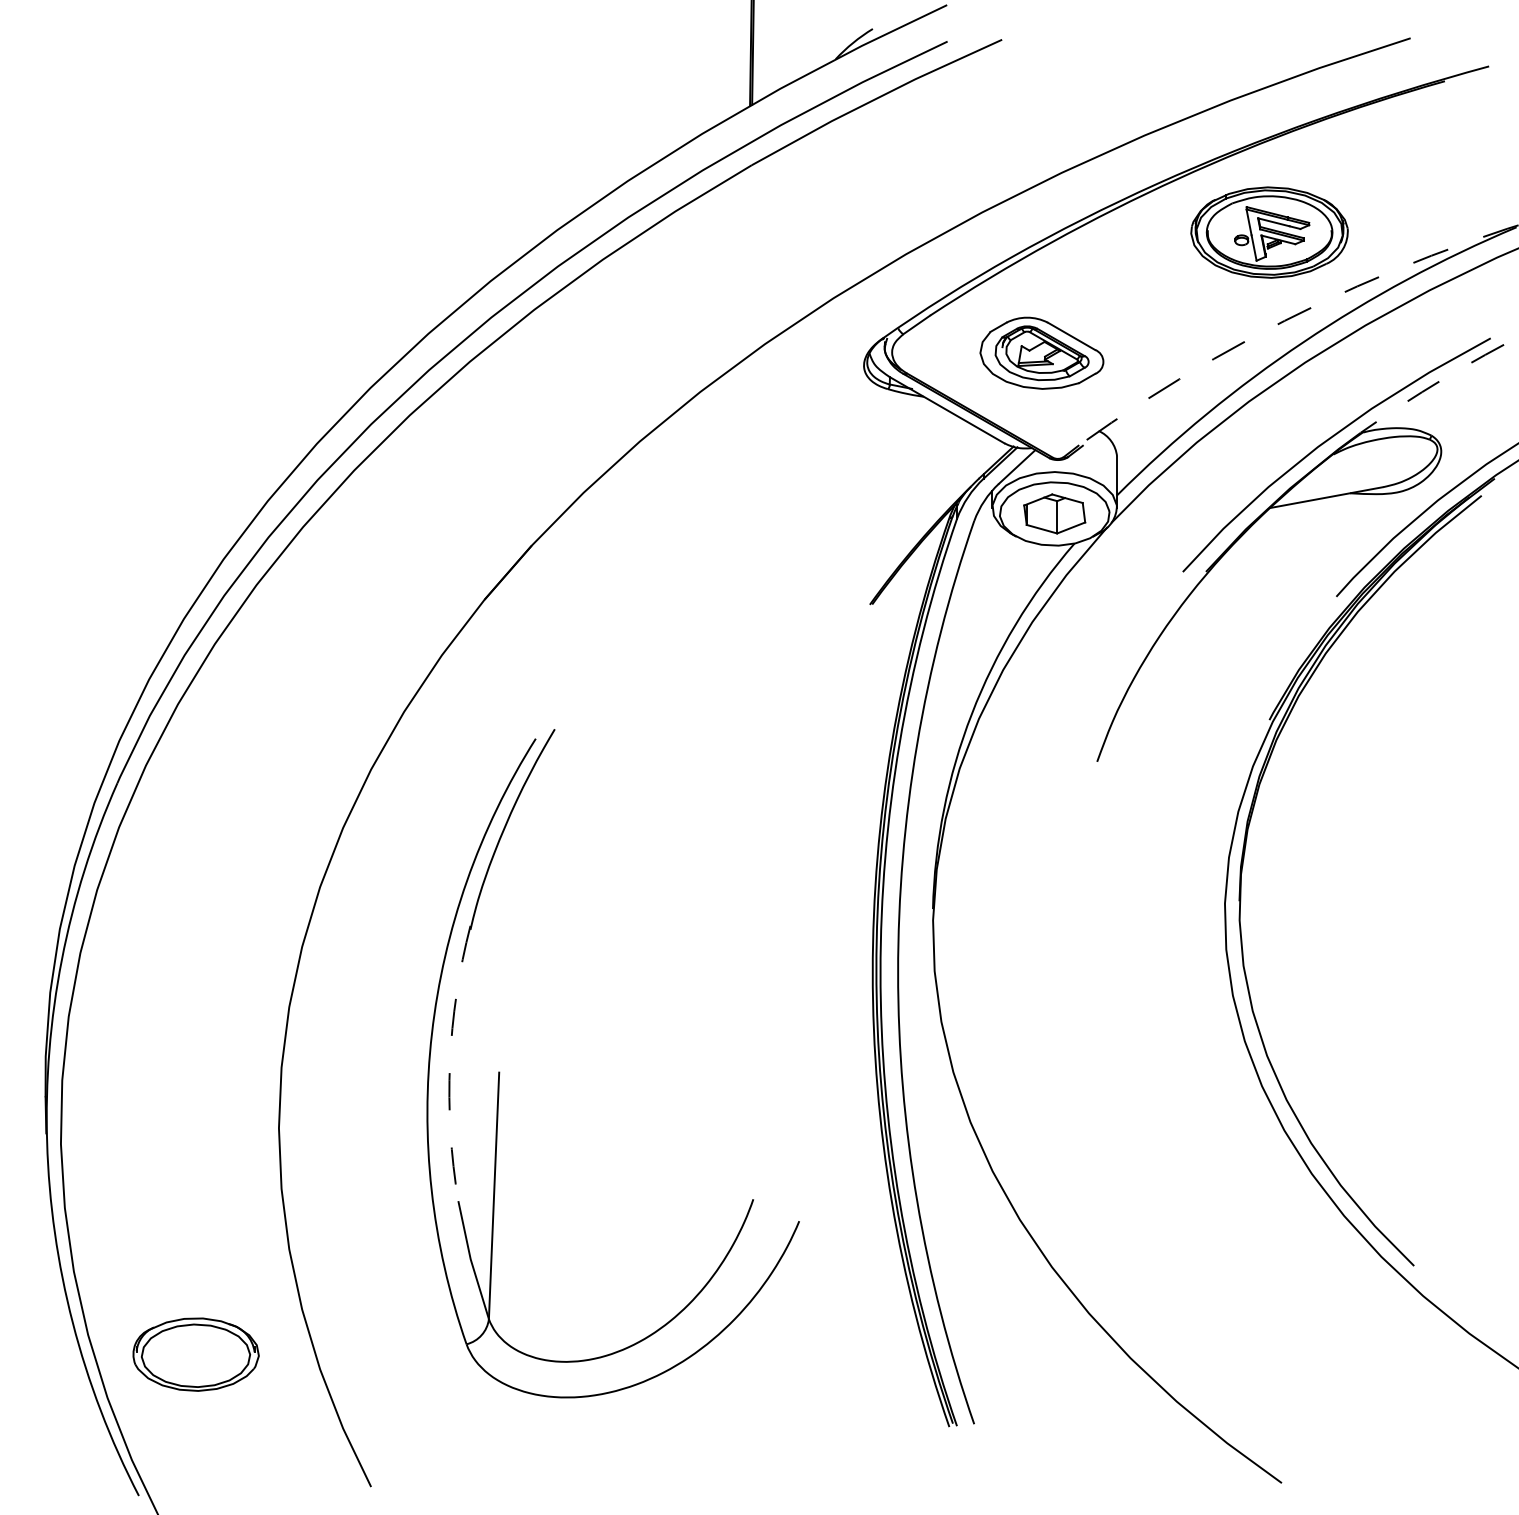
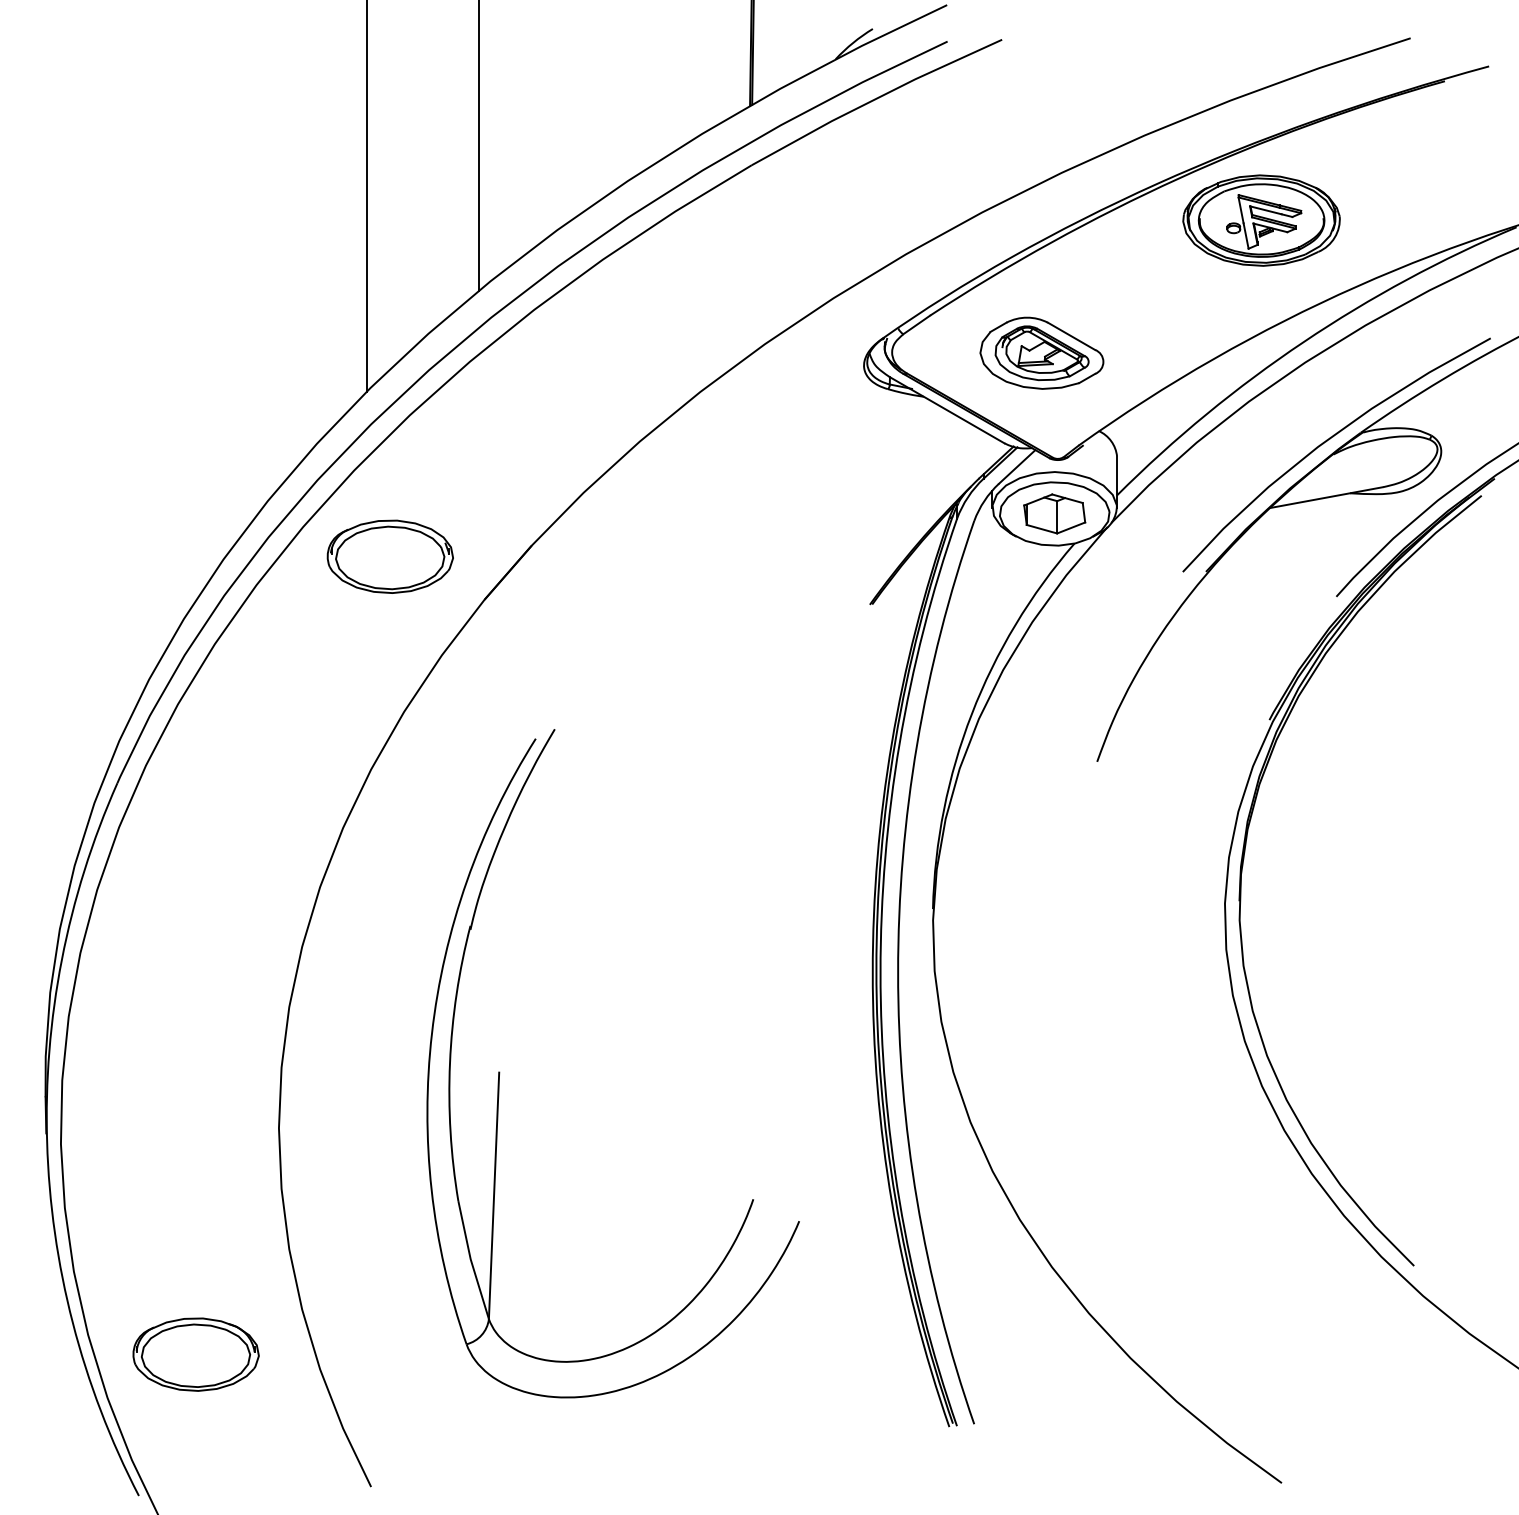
line at (479, 146): none -> present
line at (366, 196): none -> present
part at (1269, 232) position: (1269, 232) -> (1261, 220)
arc at (1289, 318): dashed -> solid
arc at (1438, 381): dashed -> solid
part at (389, 556): none -> present
arc at (450, 1062): dashed -> solid
